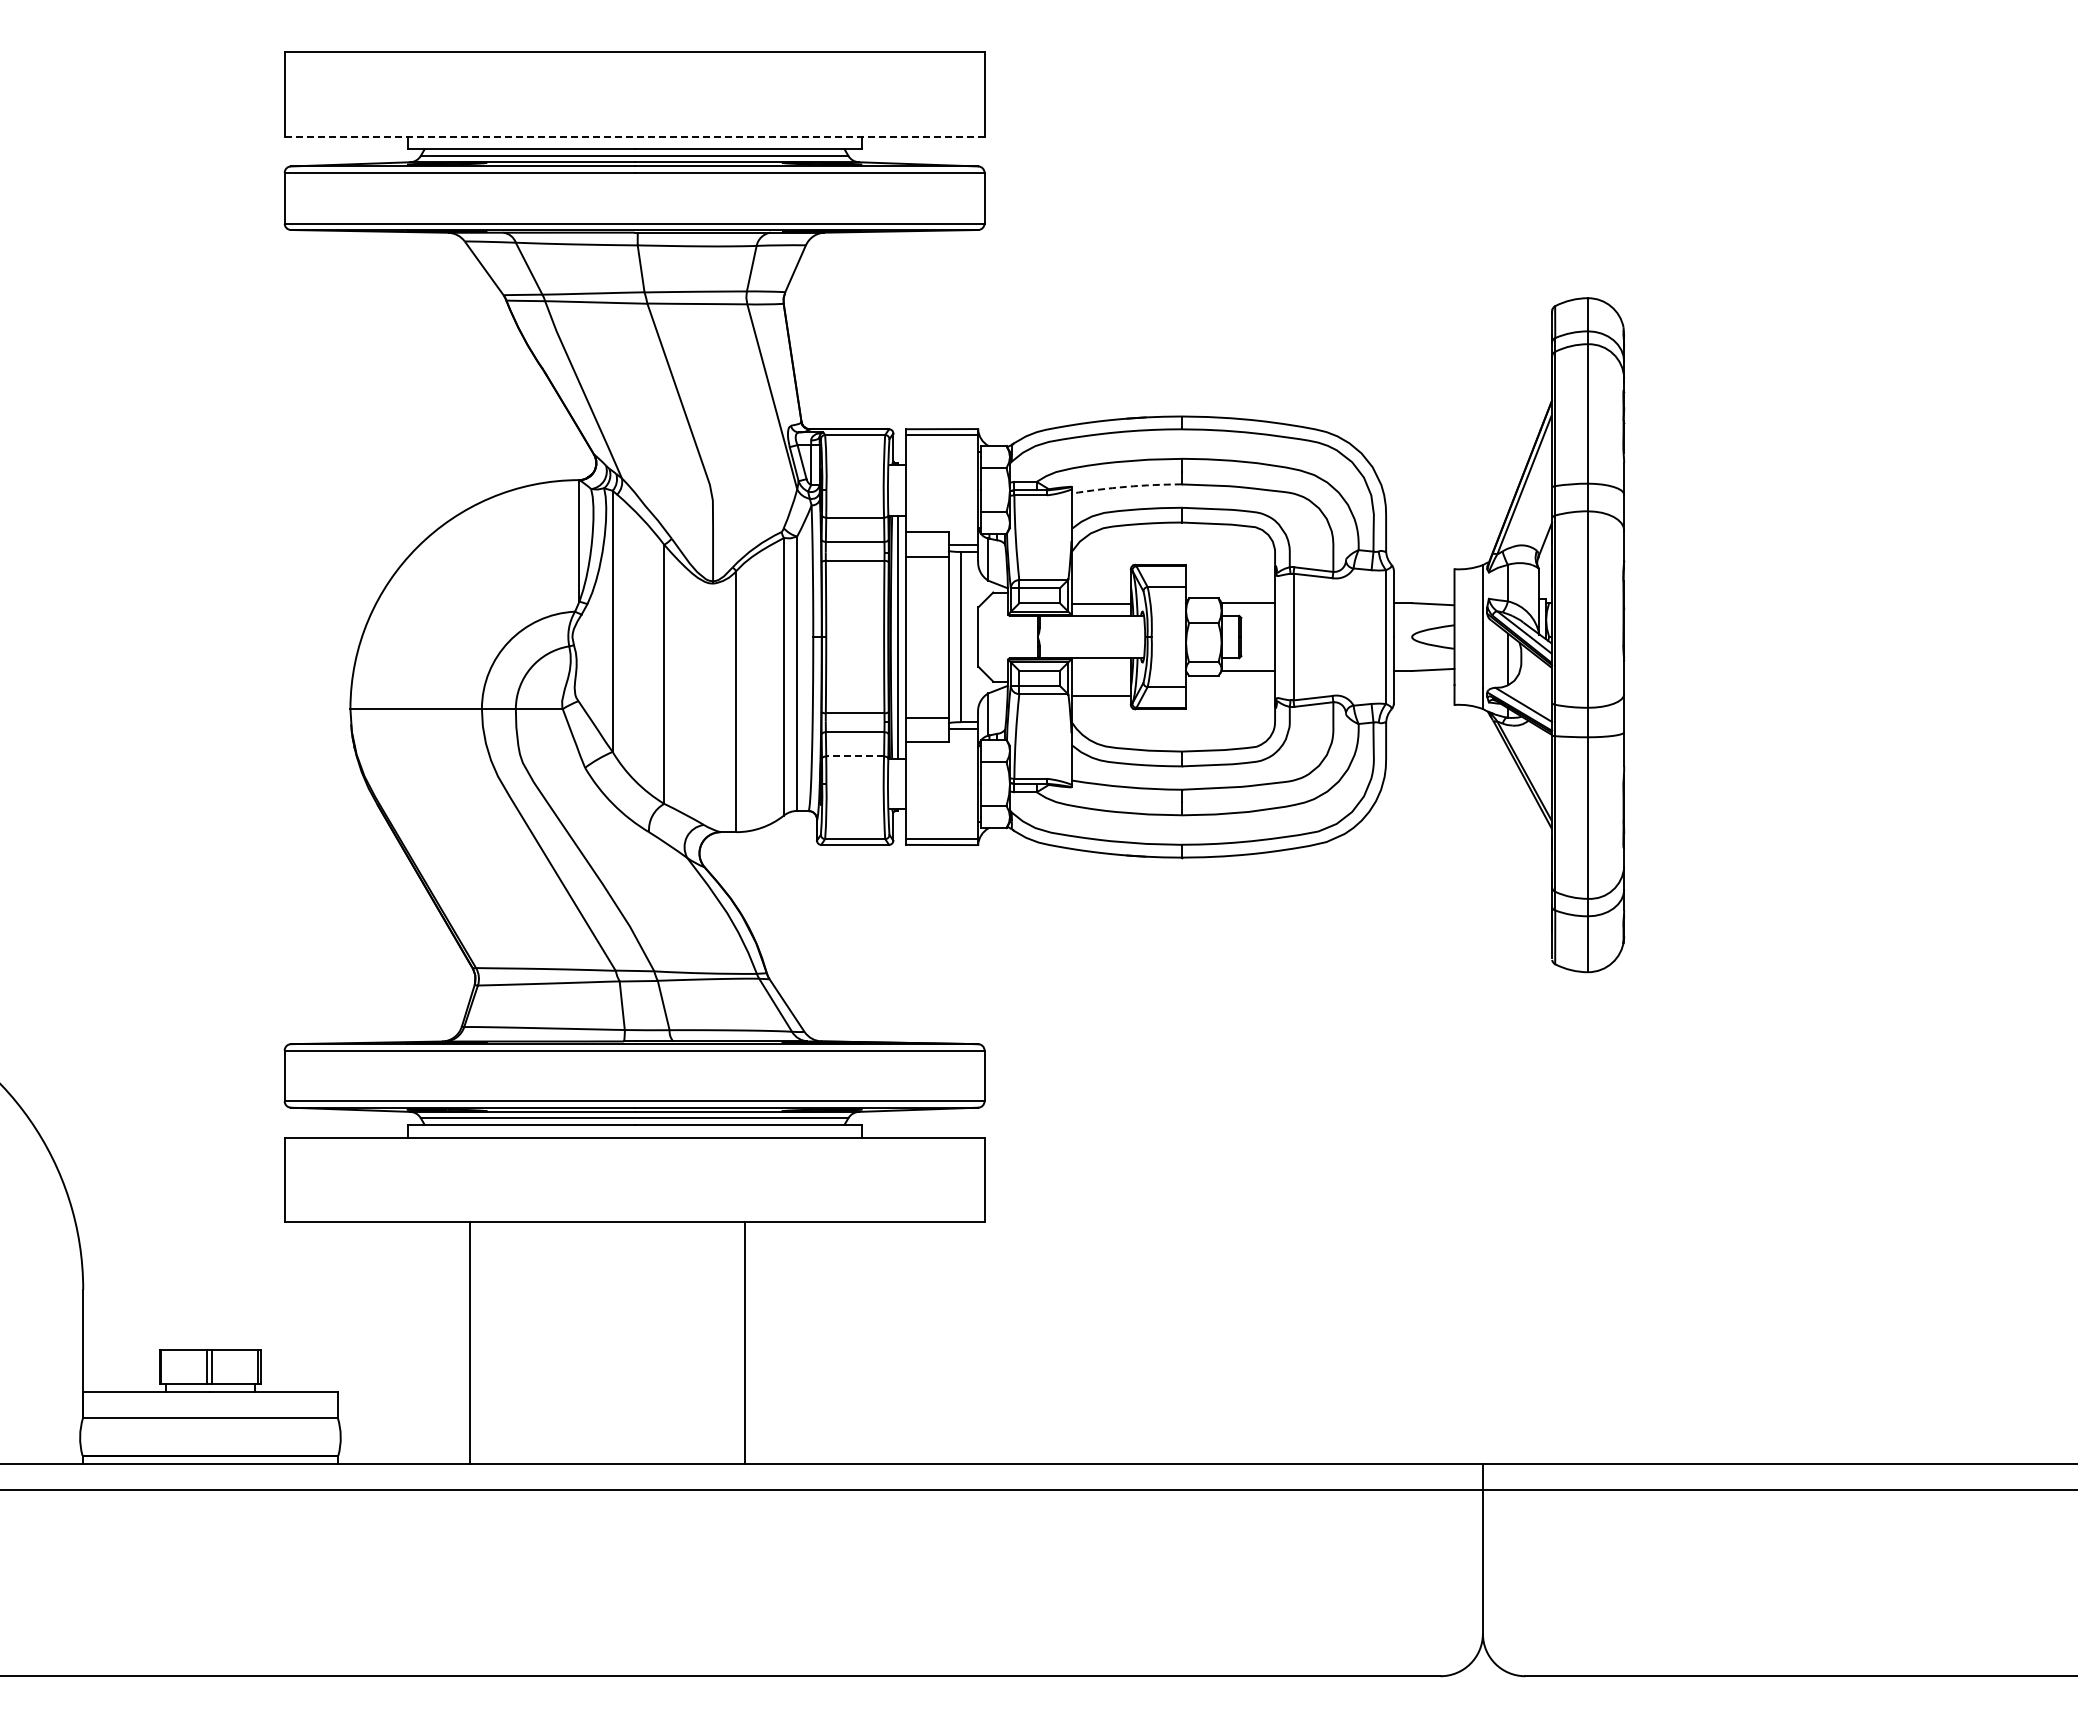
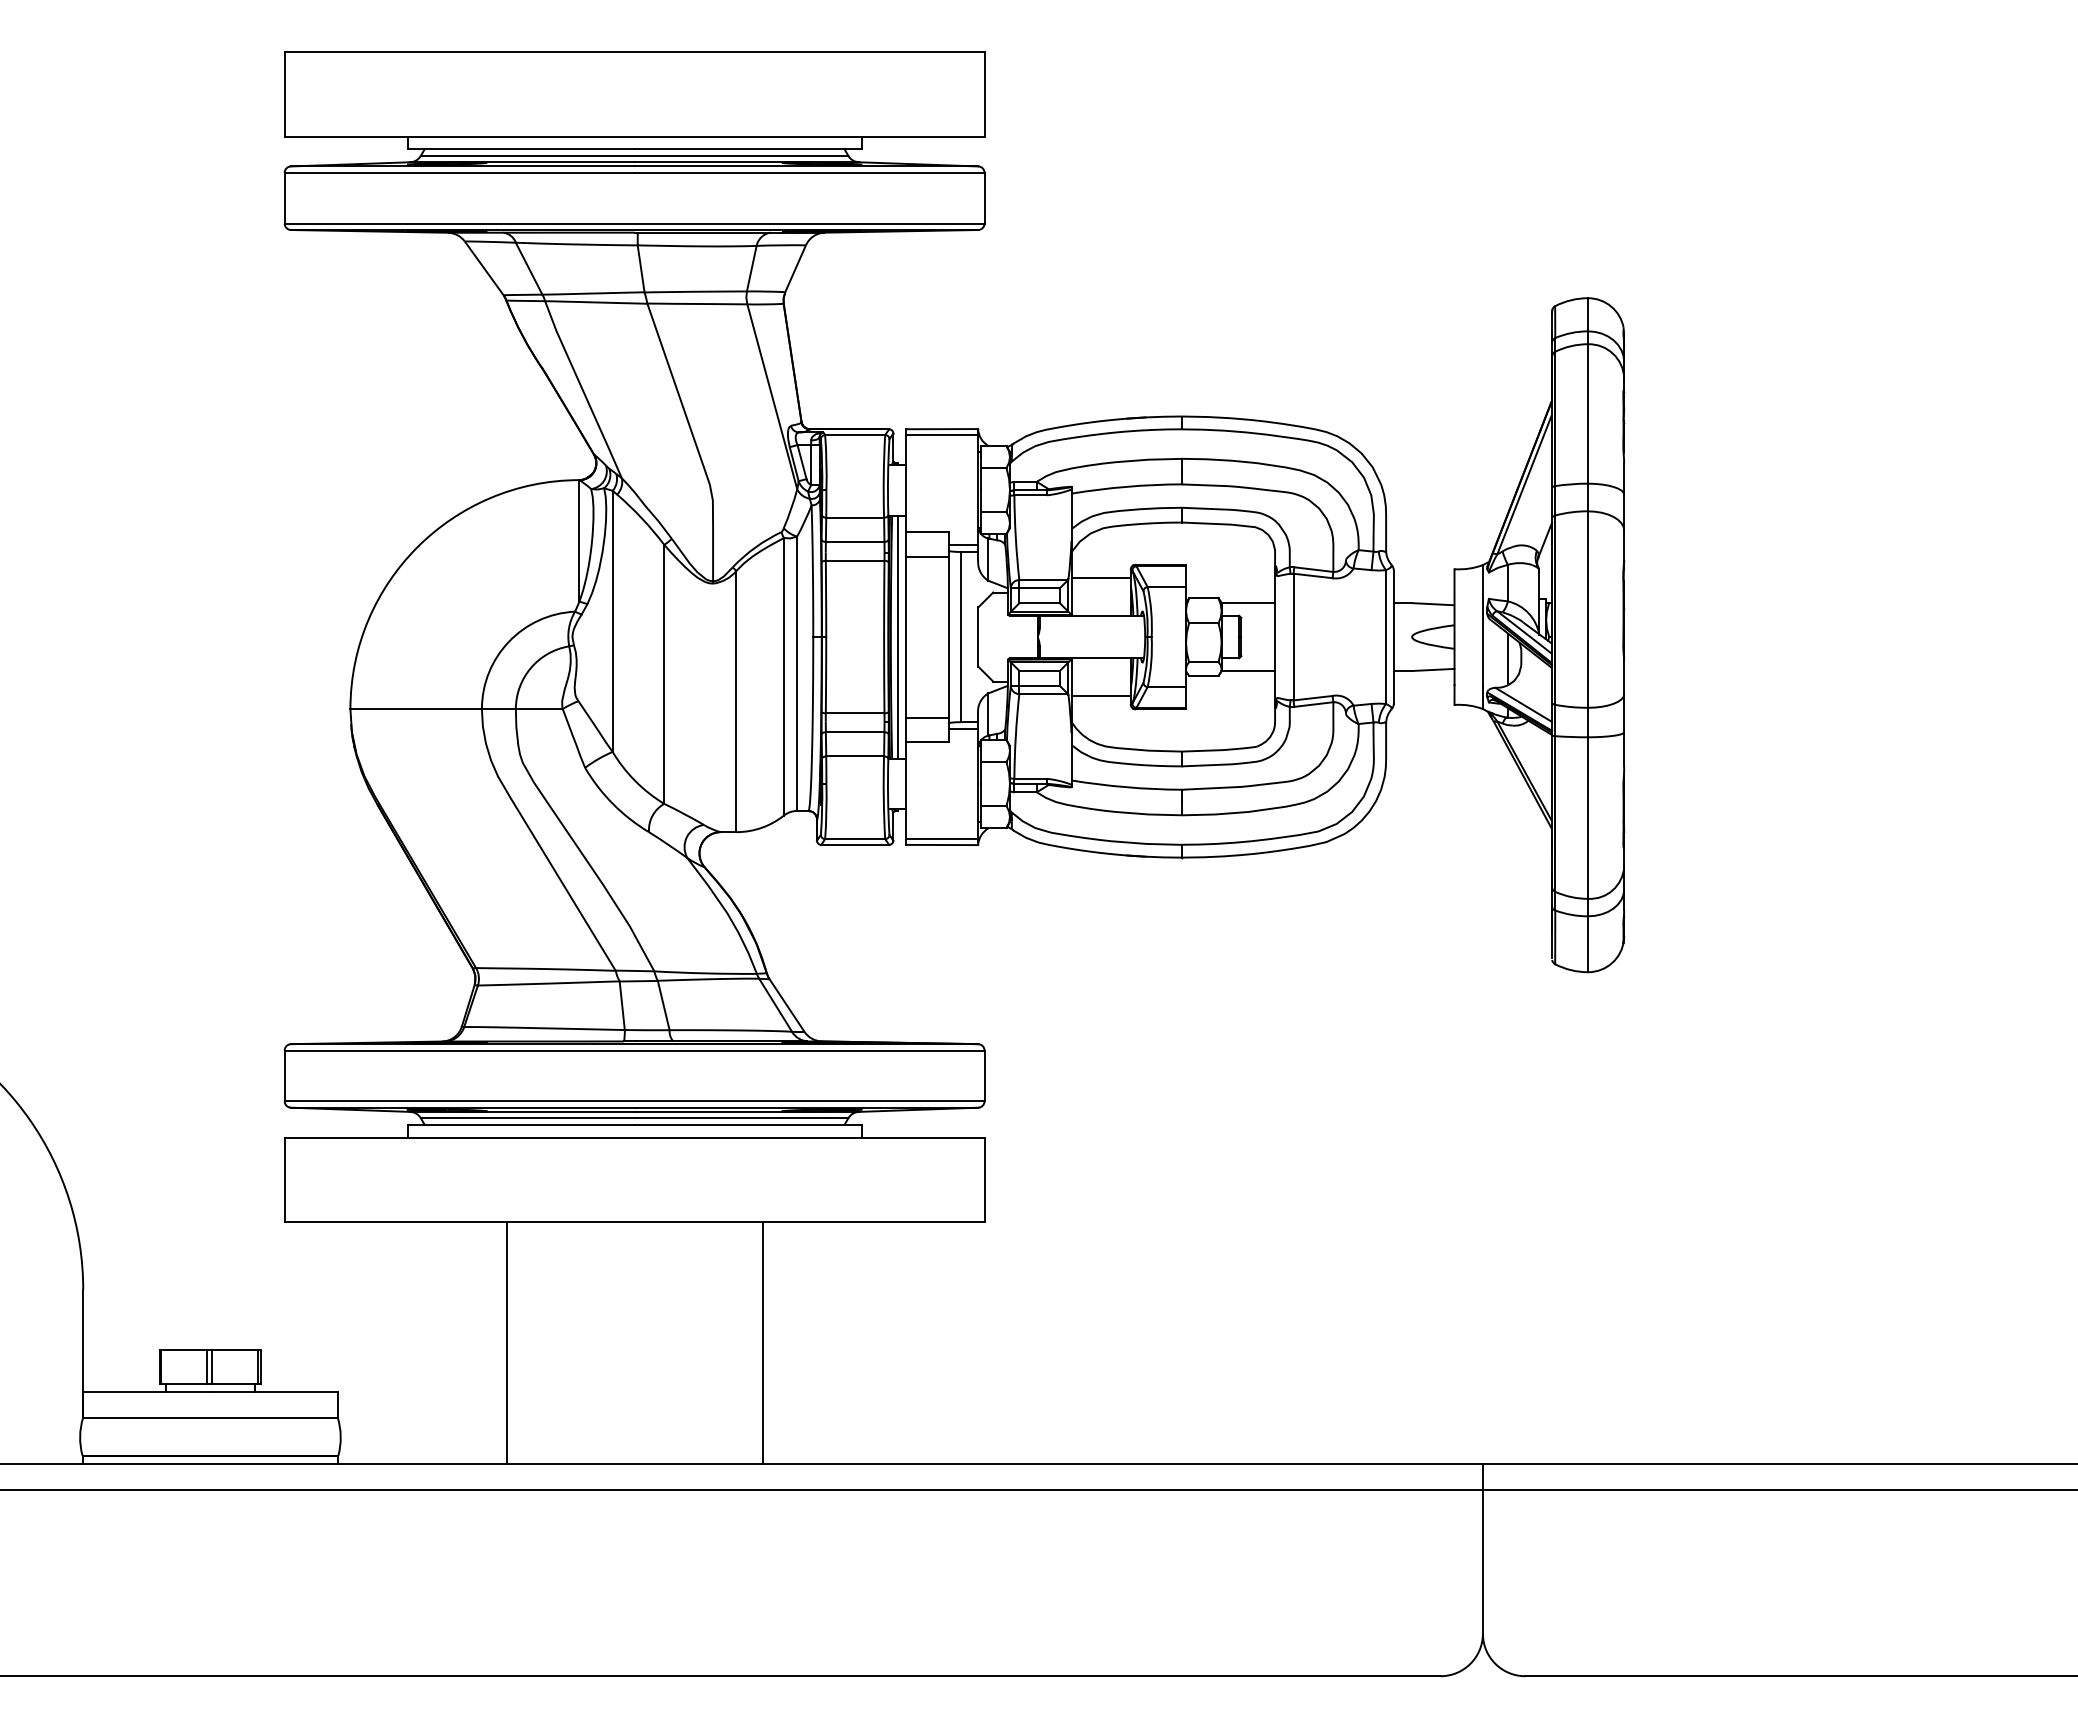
line at (634, 136): dashed -> solid
arc at (1126, 486): dashed -> solid
line at (1100, 603) position: (1100, 603) -> (1100, 577)
line at (855, 756): dashed -> solid
line at (469, 1343) position: (469, 1343) -> (506, 1343)
line at (744, 1343) position: (744, 1343) -> (762, 1343)
